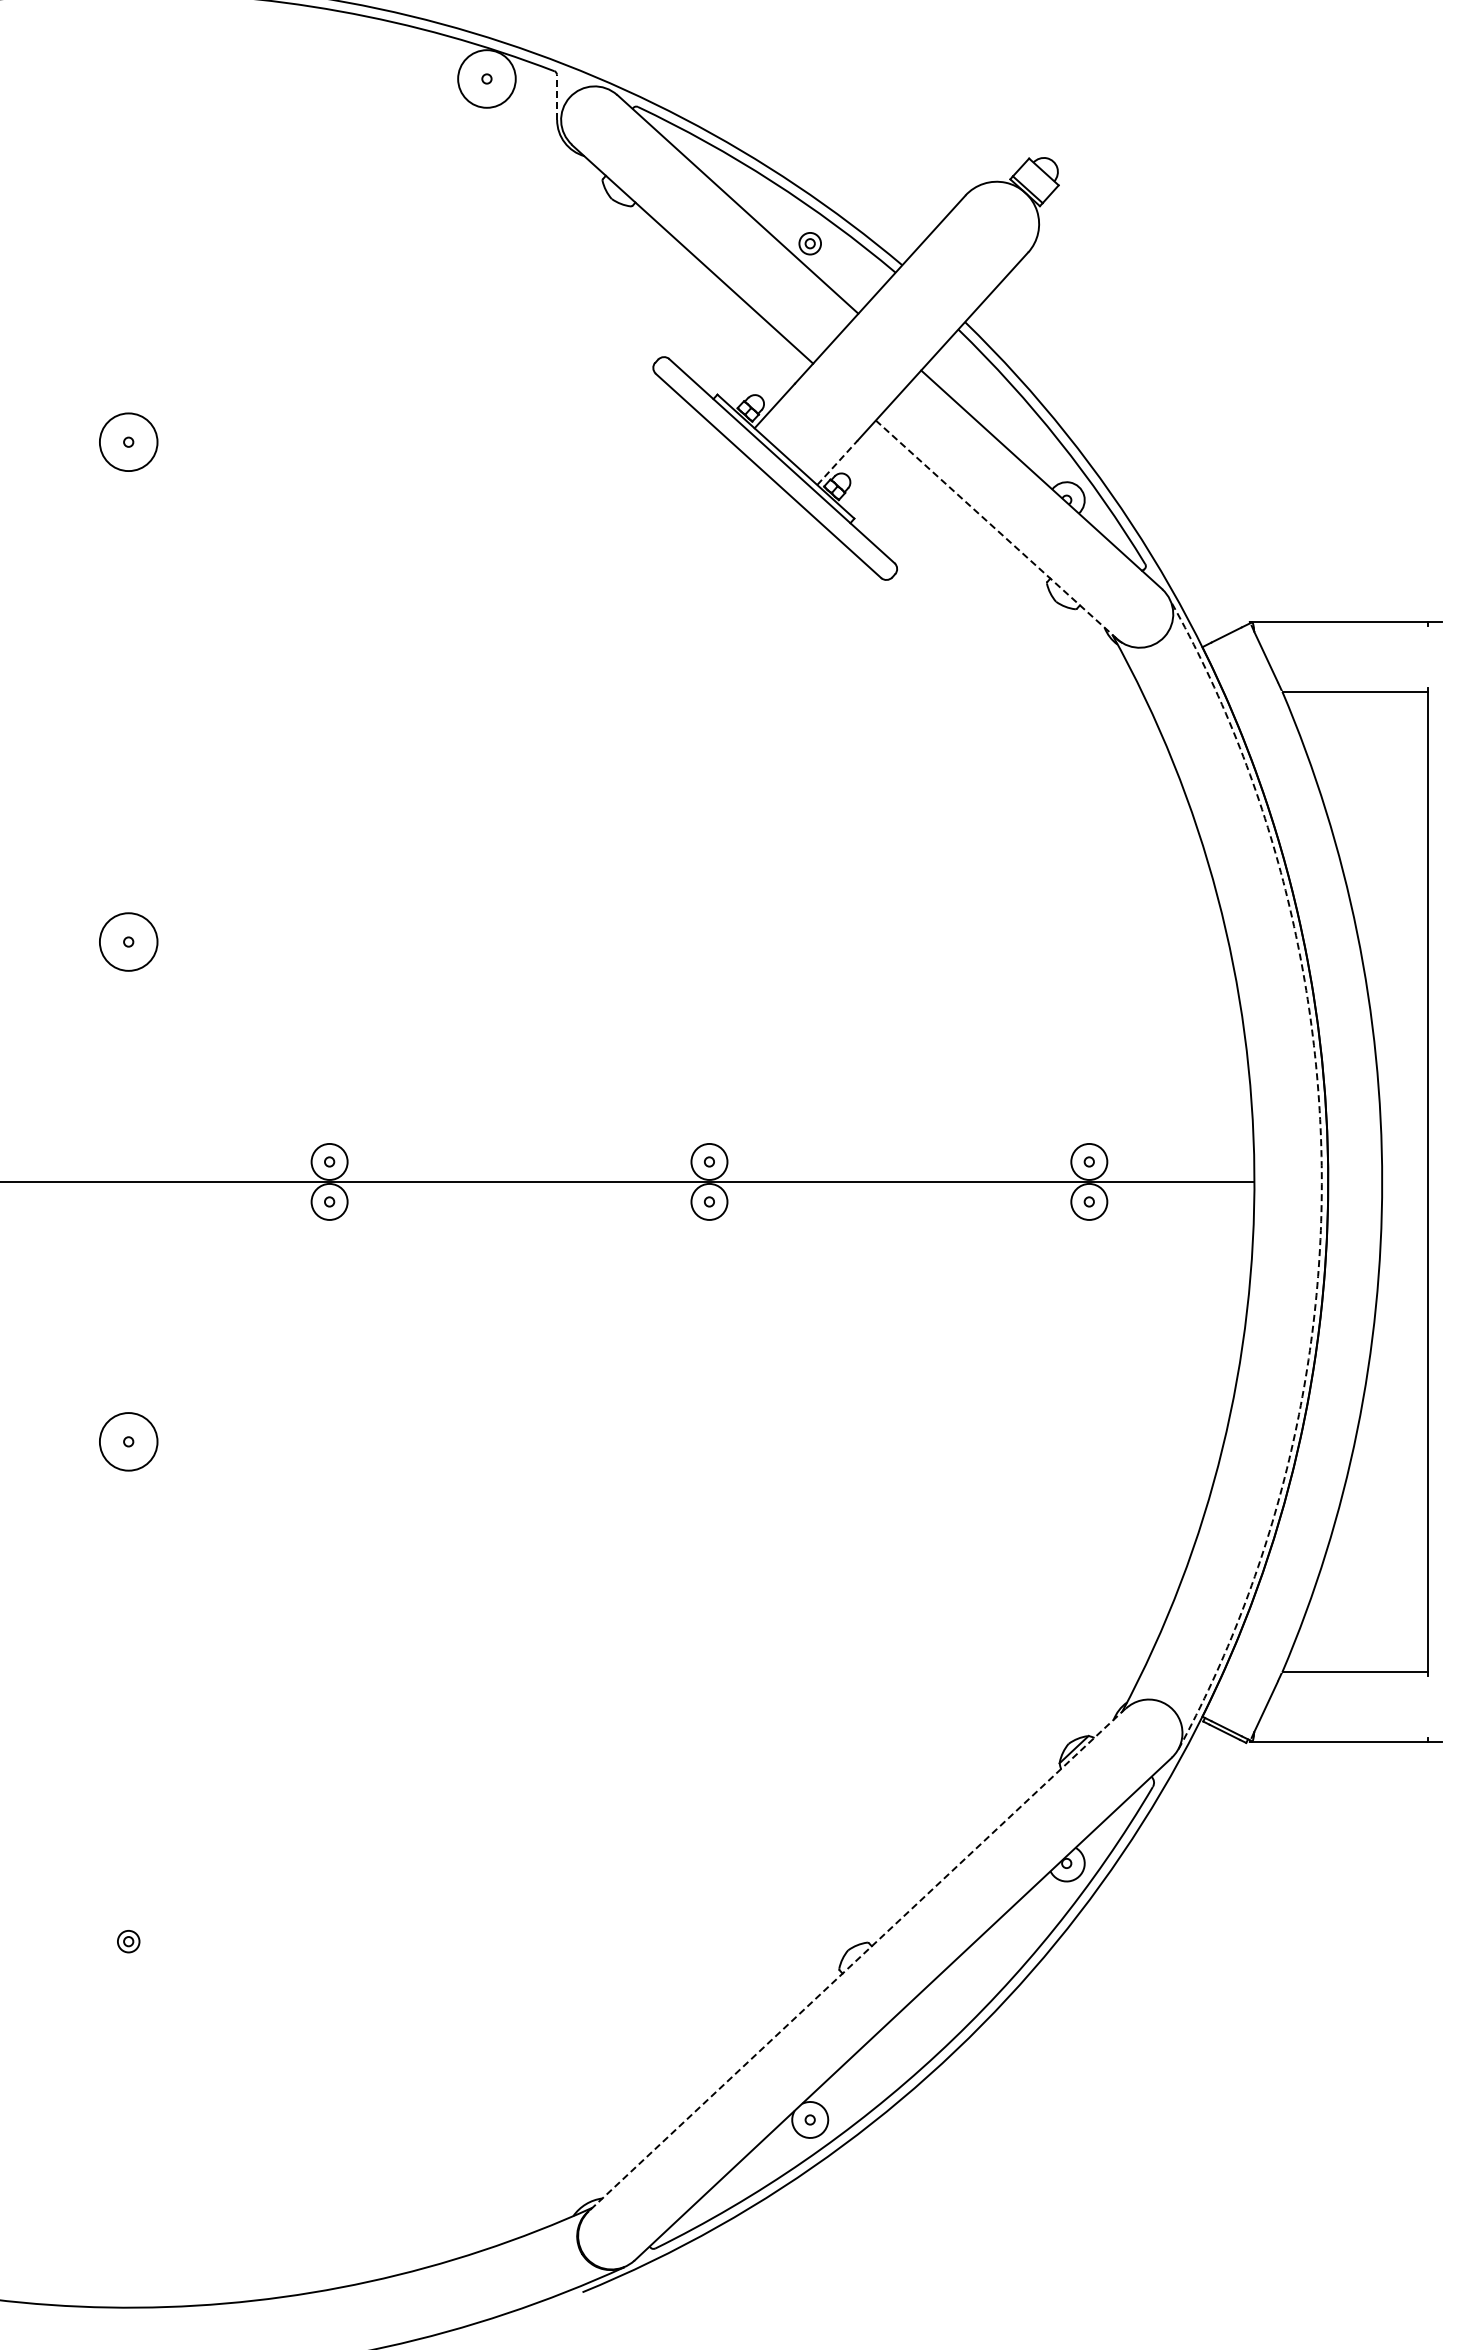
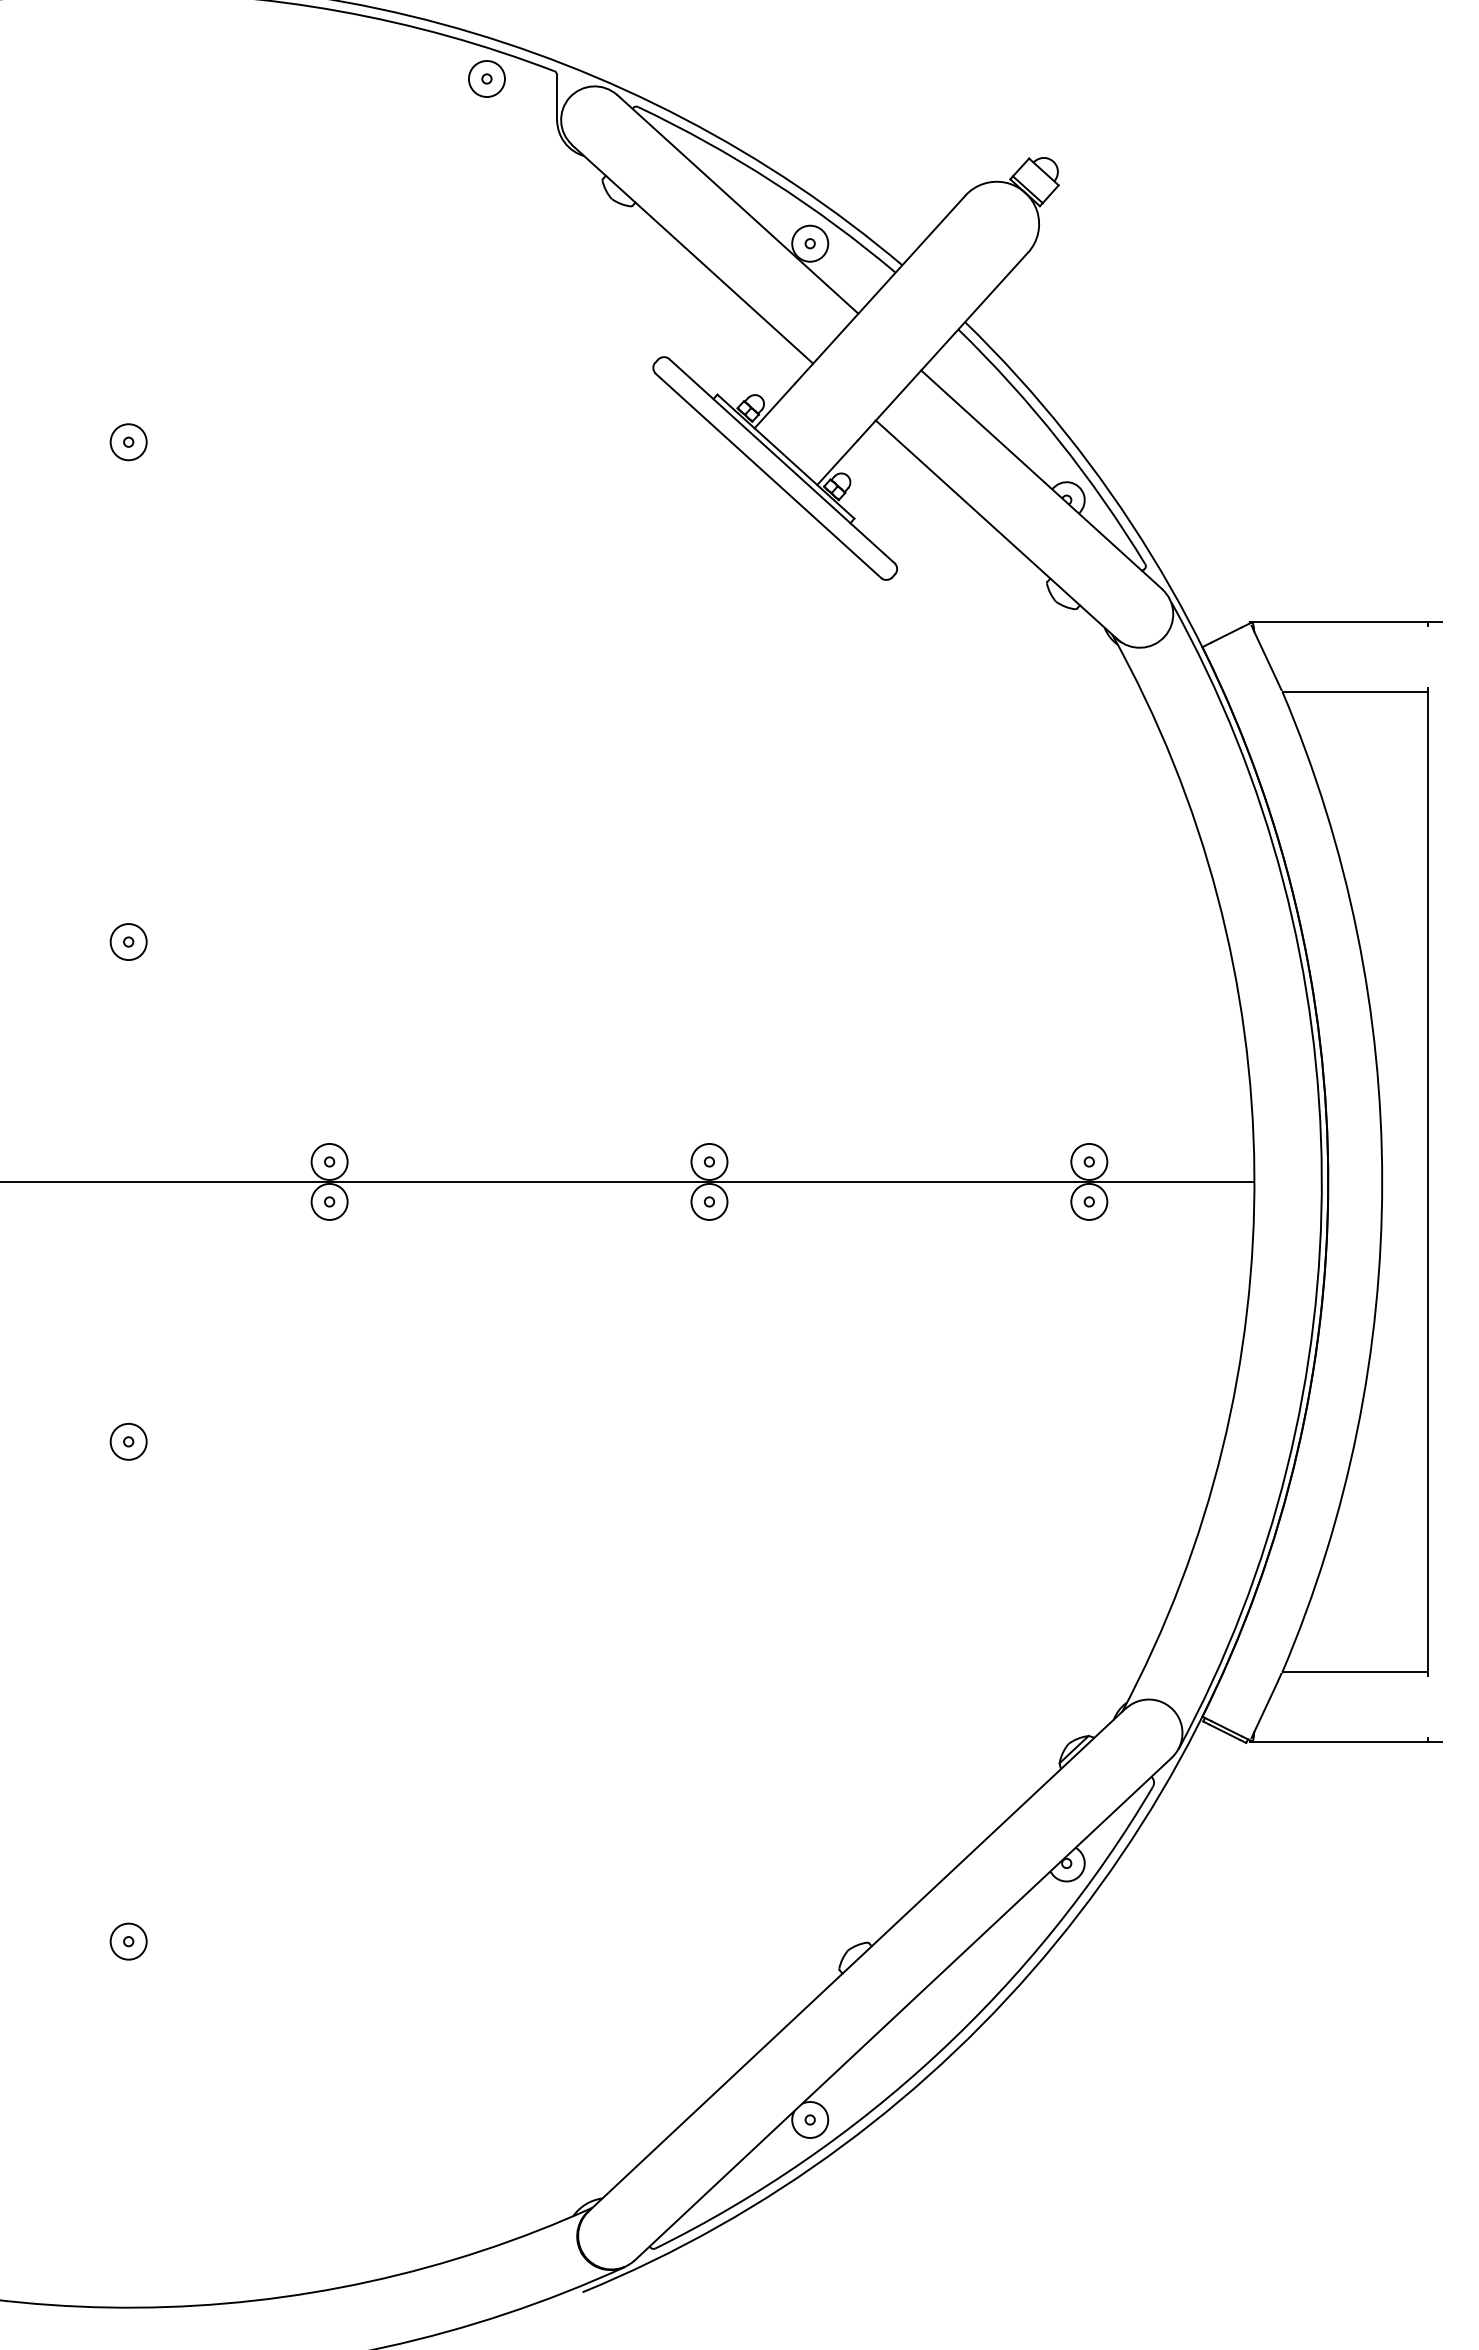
circle at (486, 78) diameter: 58 px -> 36 px
line at (556, 97): dashed -> solid
circle at (810, 243) diameter: 22 px -> 36 px
circle at (128, 442) diameter: 58 px -> 36 px
line at (837, 462): dashed -> solid
line at (996, 529): dashed -> solid
circle at (128, 941) diameter: 58 px -> 36 px
arc at (1321, 1174): dashed -> solid
circle at (128, 1441) diameter: 58 px -> 36 px
circle at (128, 1941) diameter: 22 px -> 36 px
line at (857, 1959): dashed -> solid
